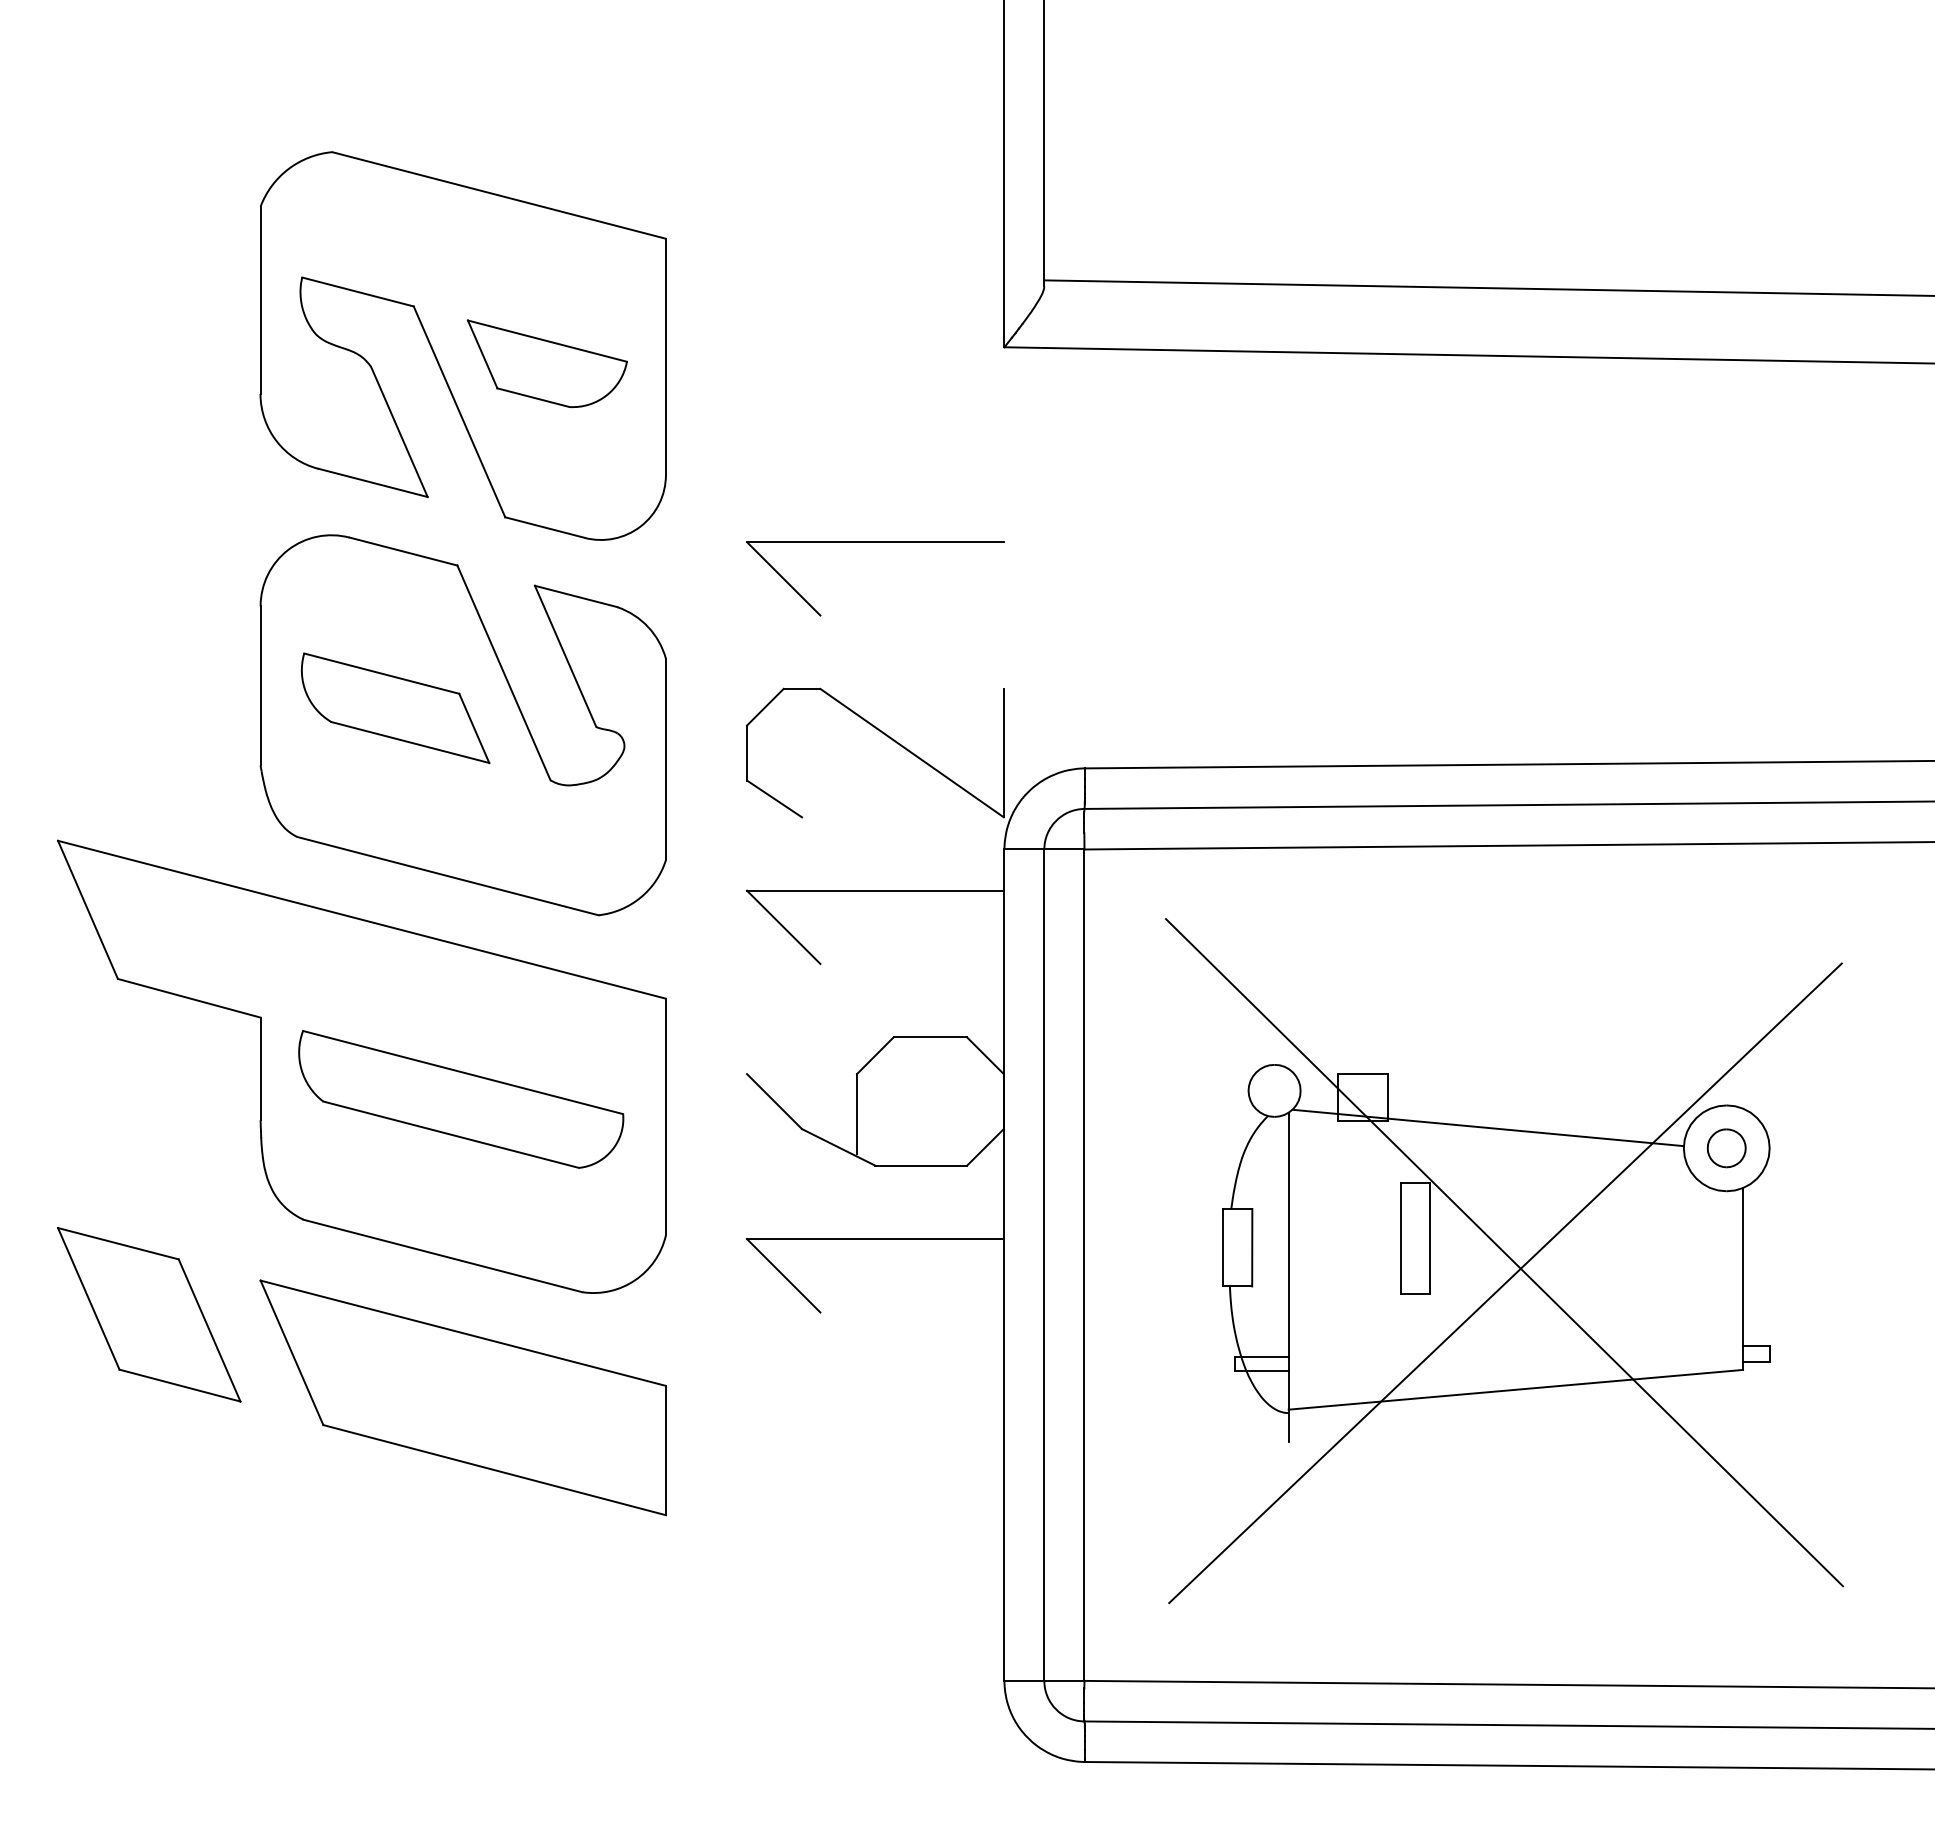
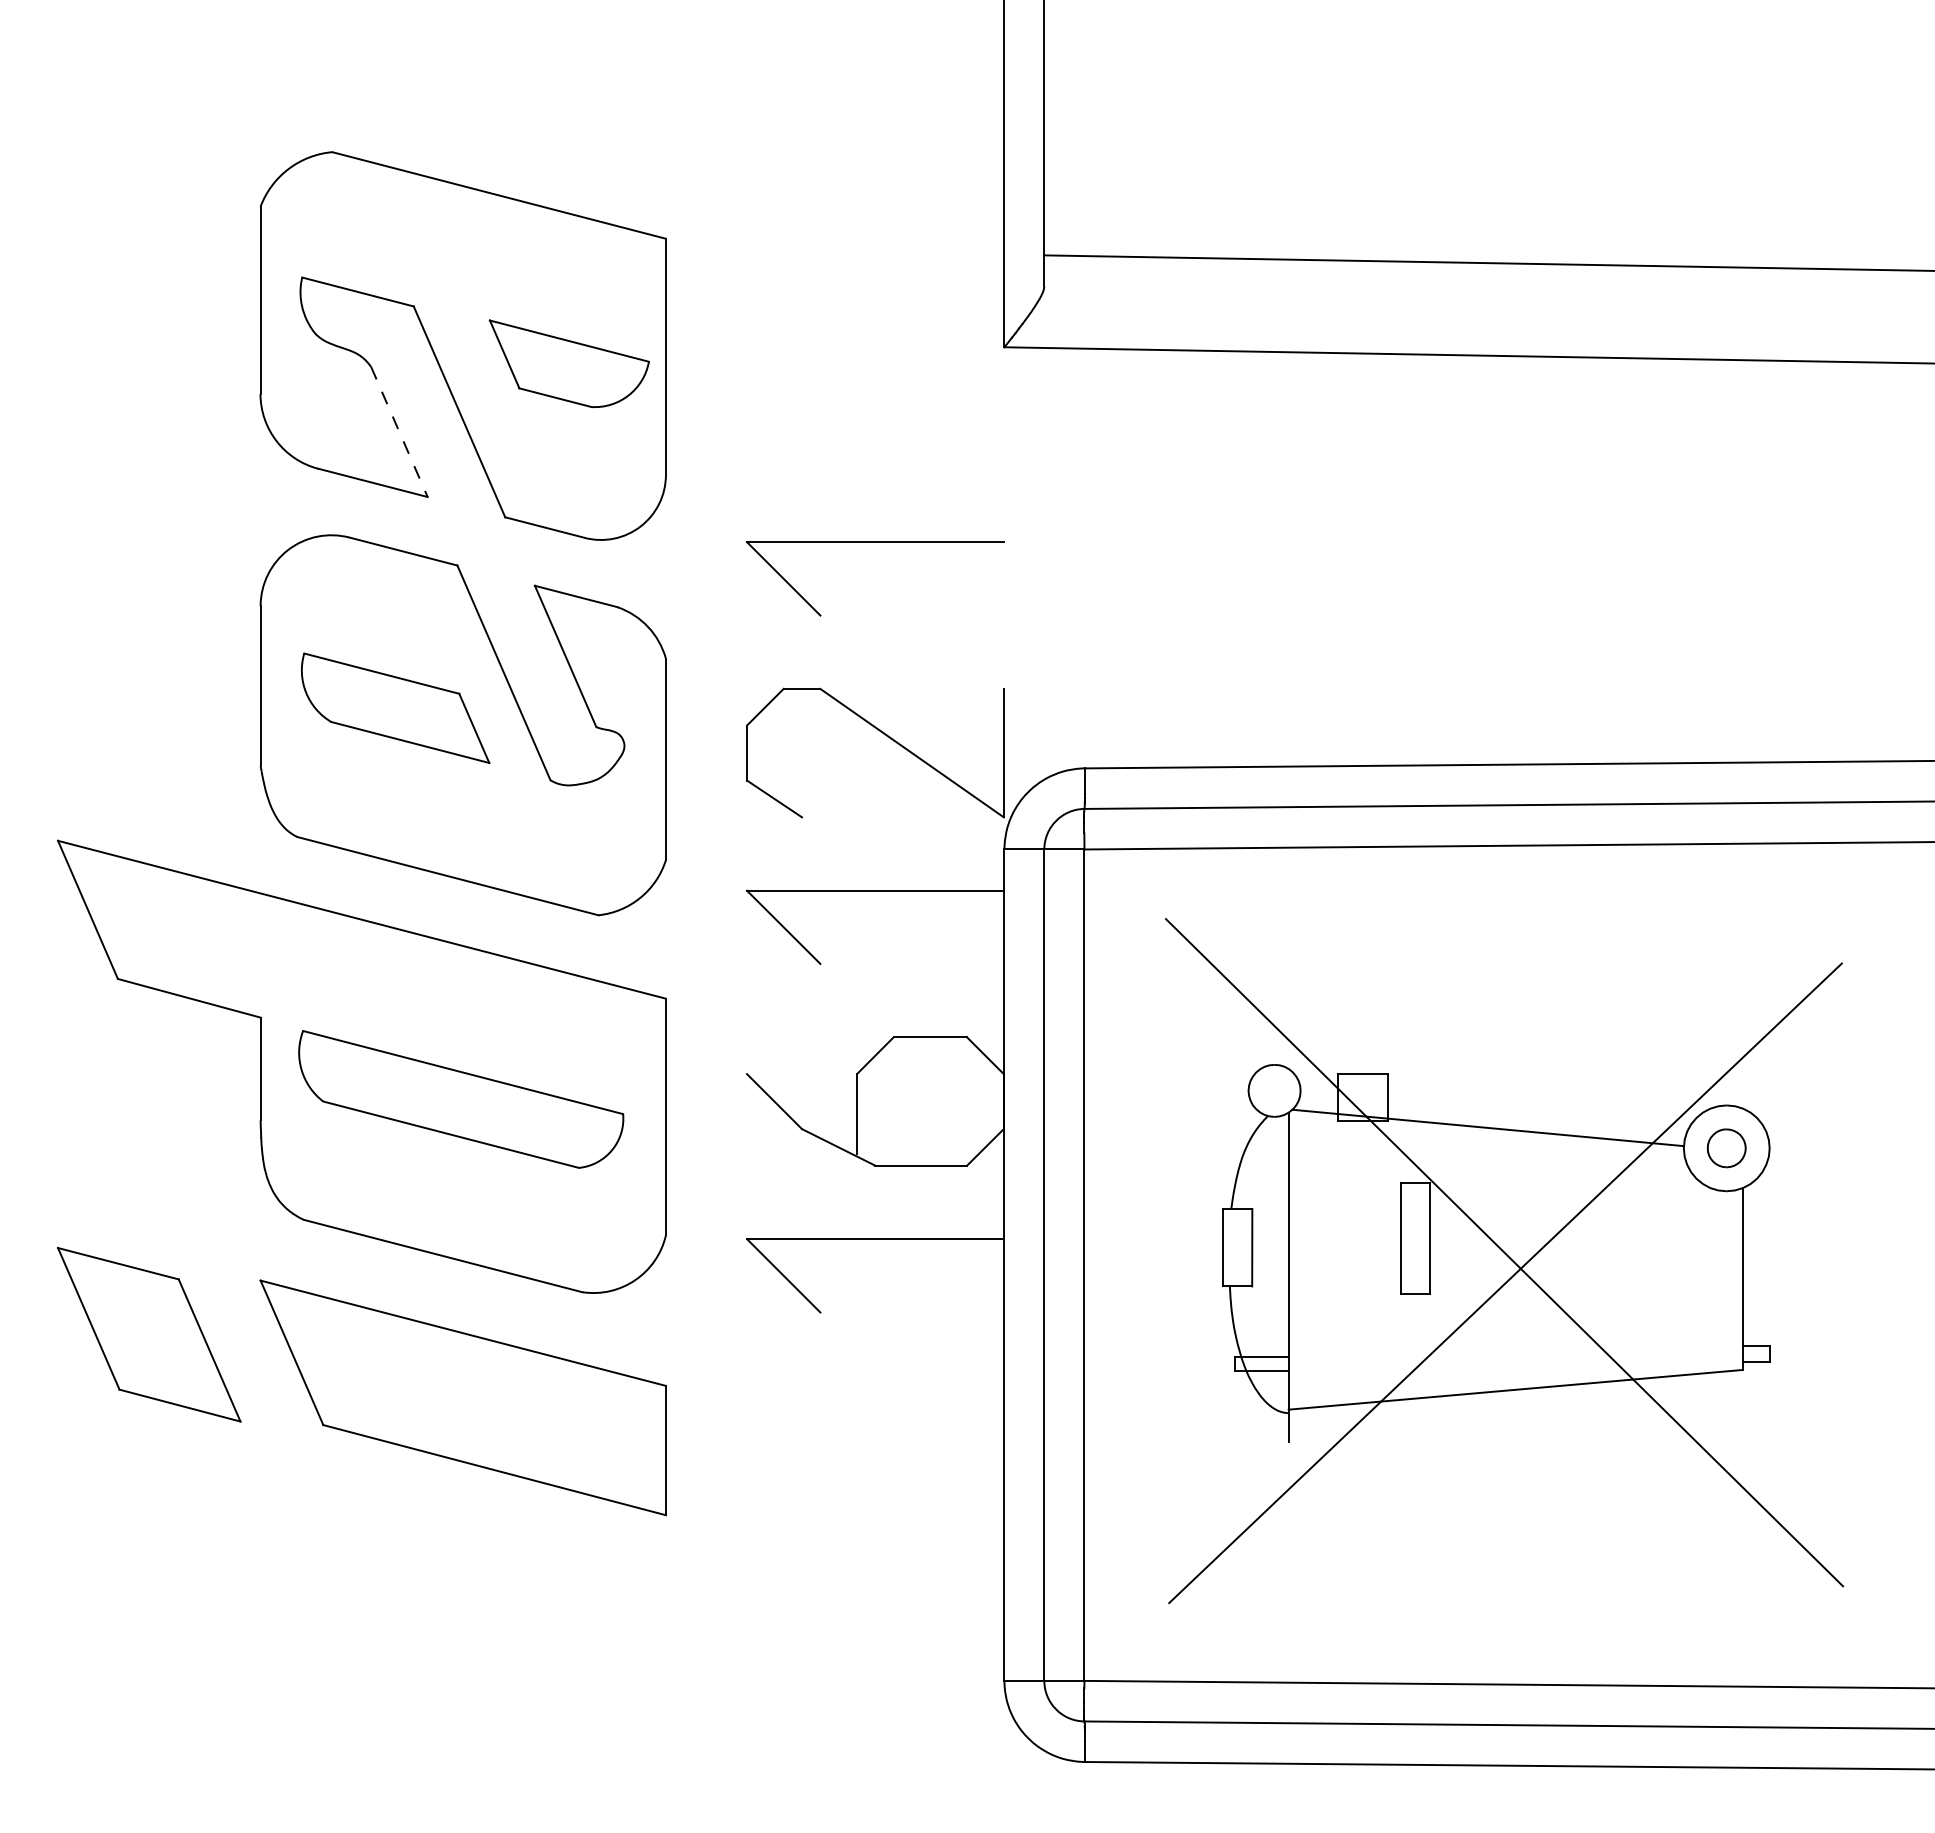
line at (1487, 287) position: (1487, 287) -> (1487, 262)
part at (546, 363) position: (546, 363) -> (568, 363)
line at (399, 432): solid -> dashed
part at (149, 1314) position: (149, 1314) -> (149, 1334)
